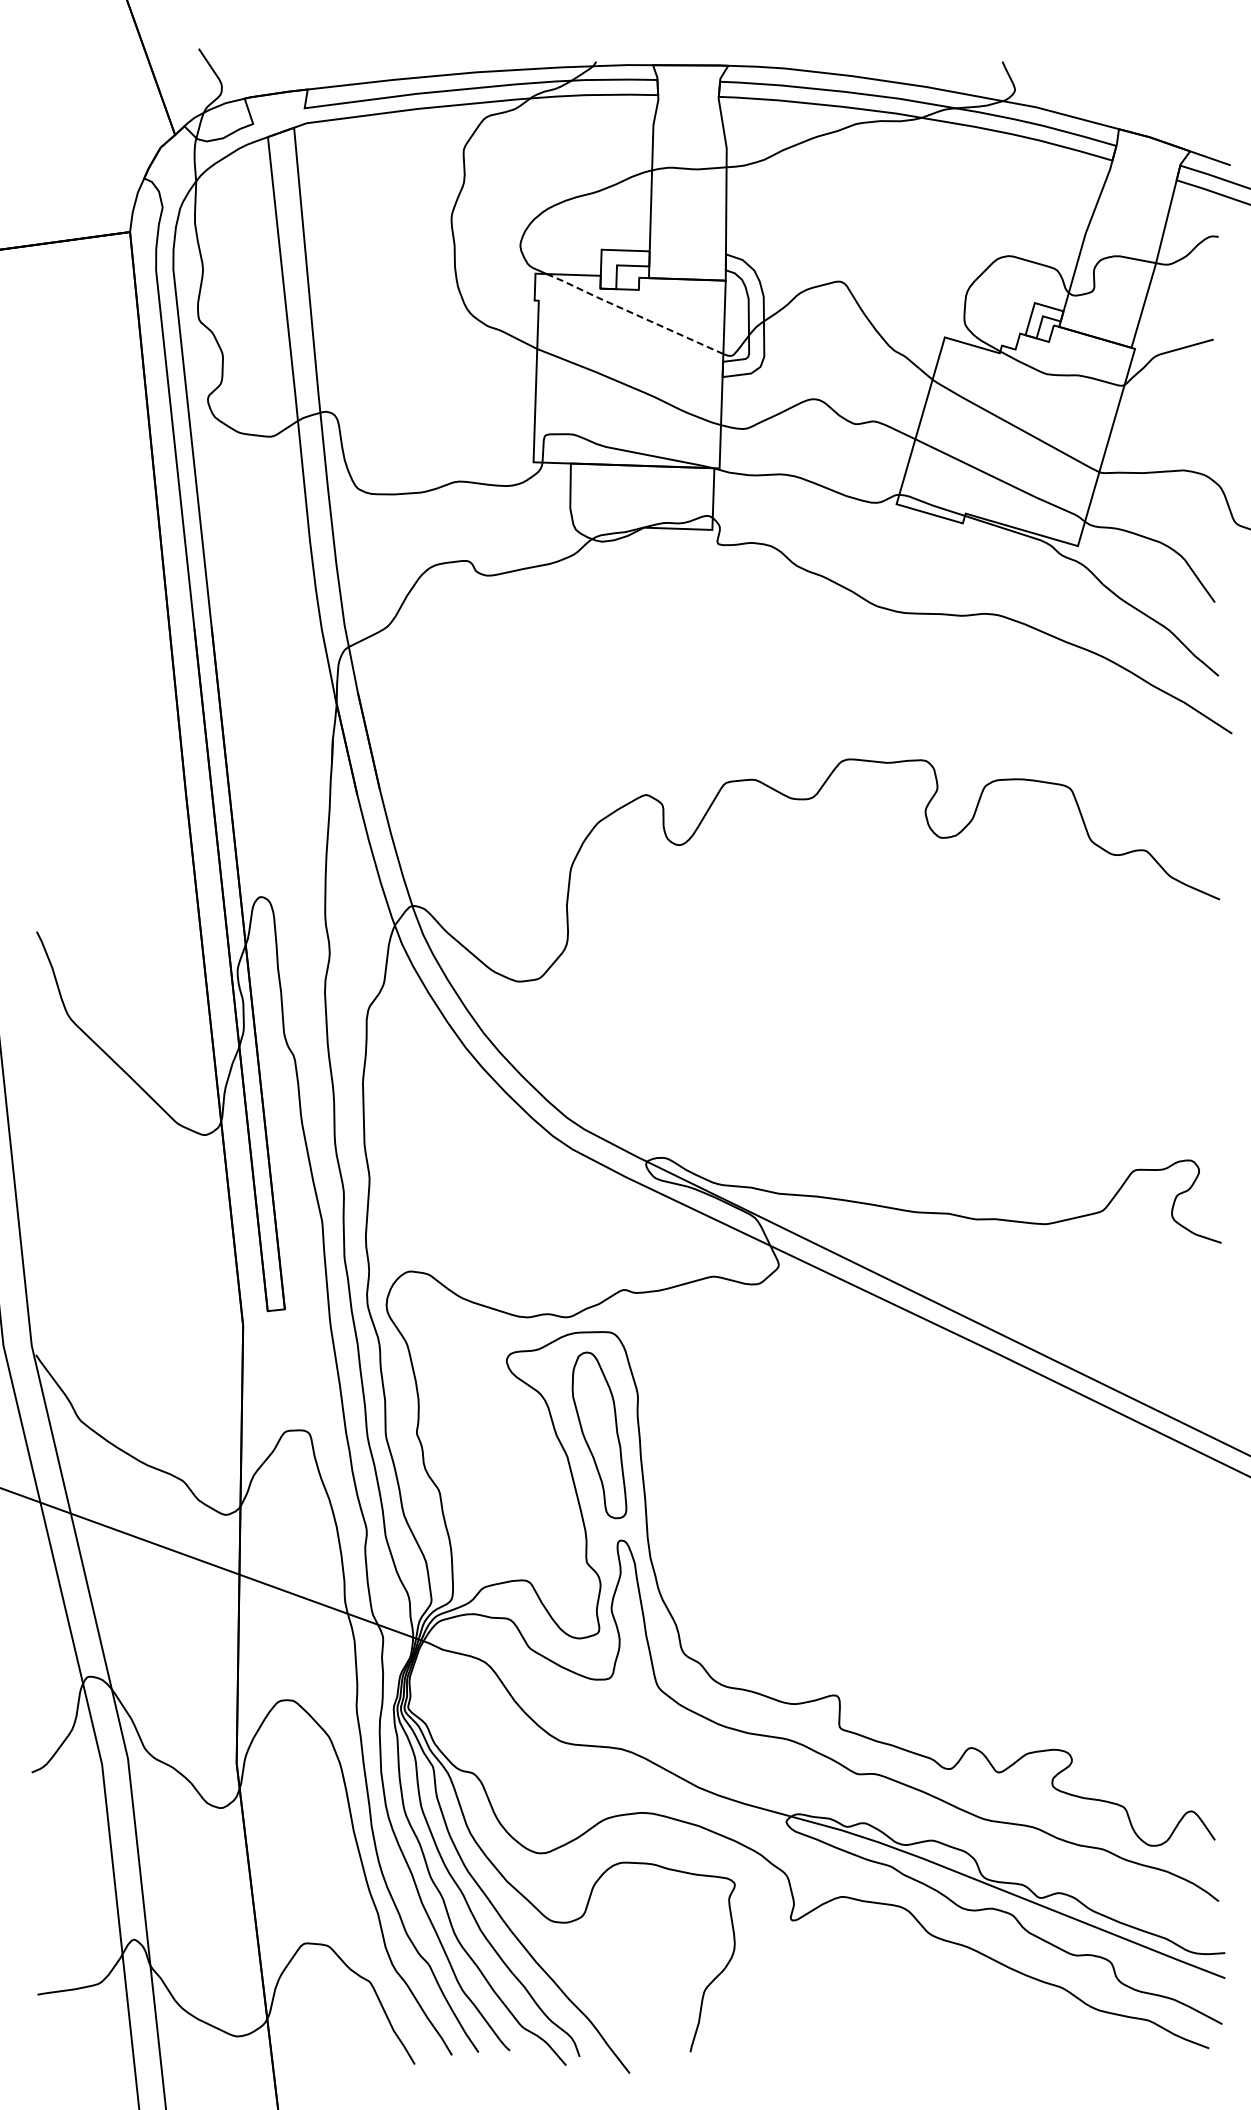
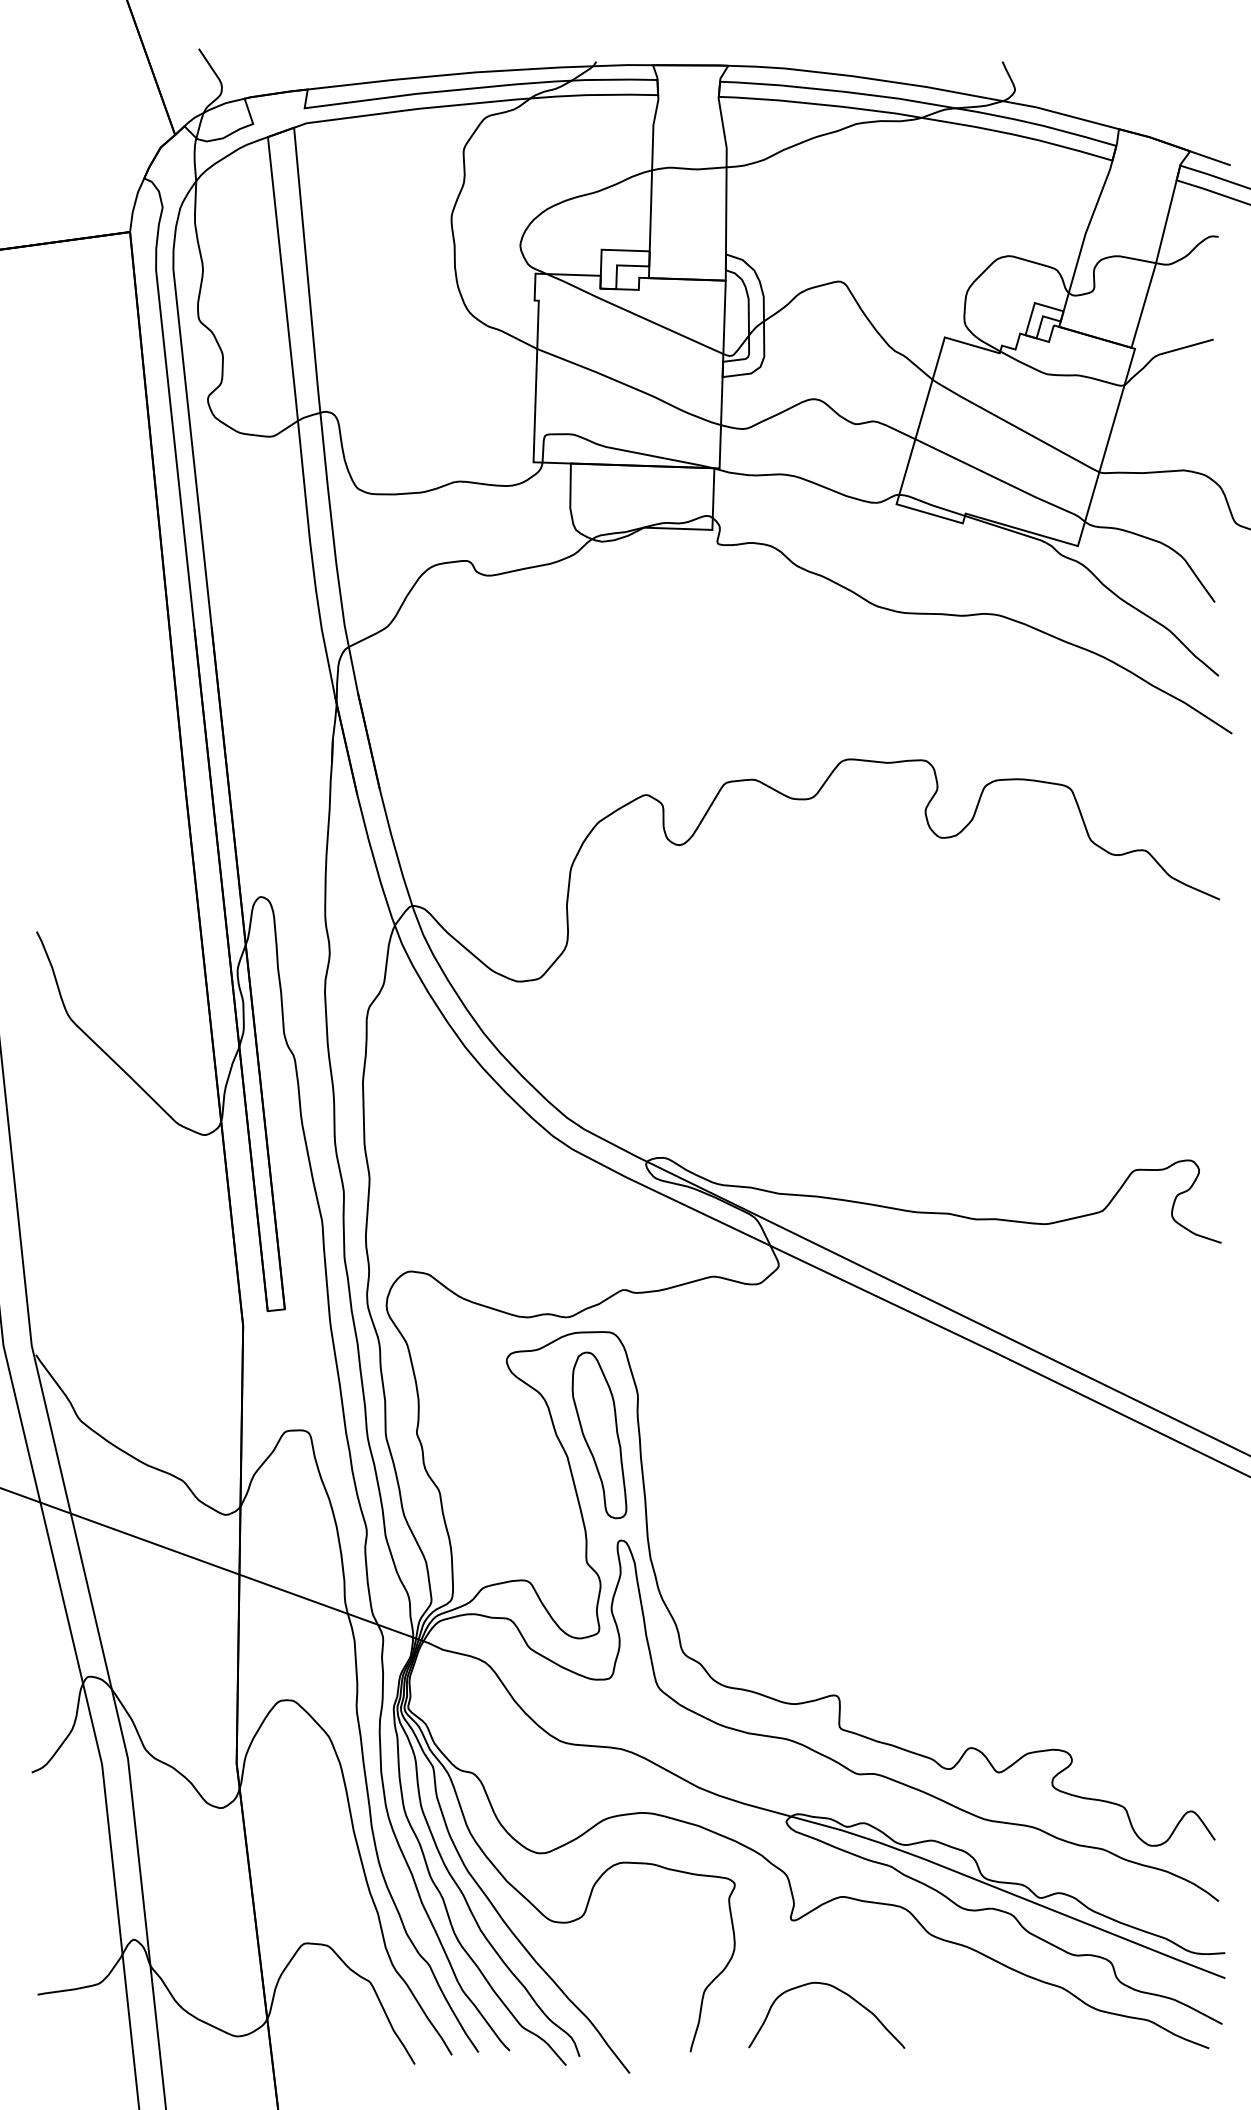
line at (633, 313): dashed -> solid
curve at (839, 1991): none -> present
